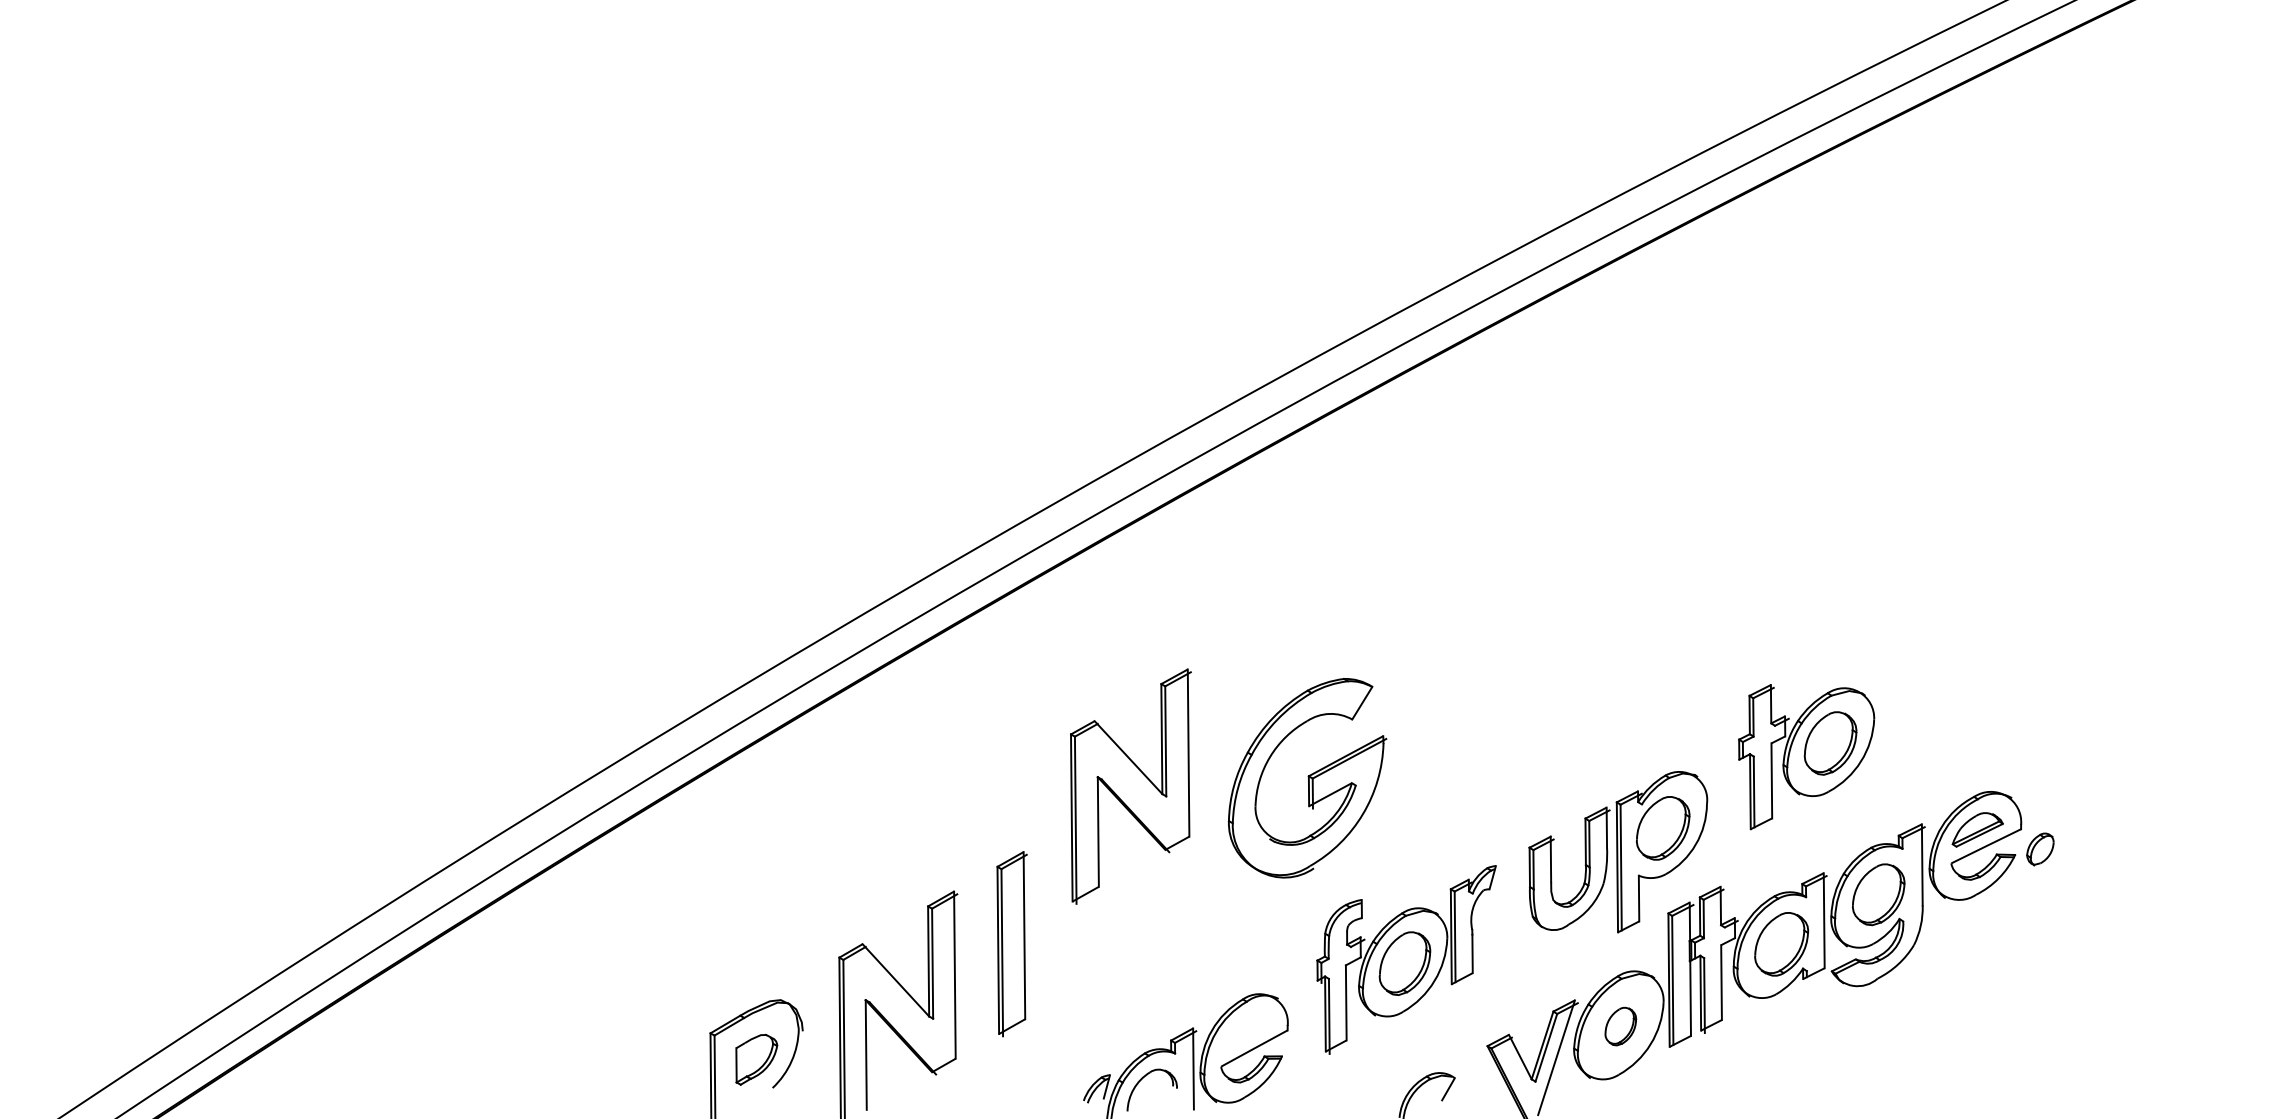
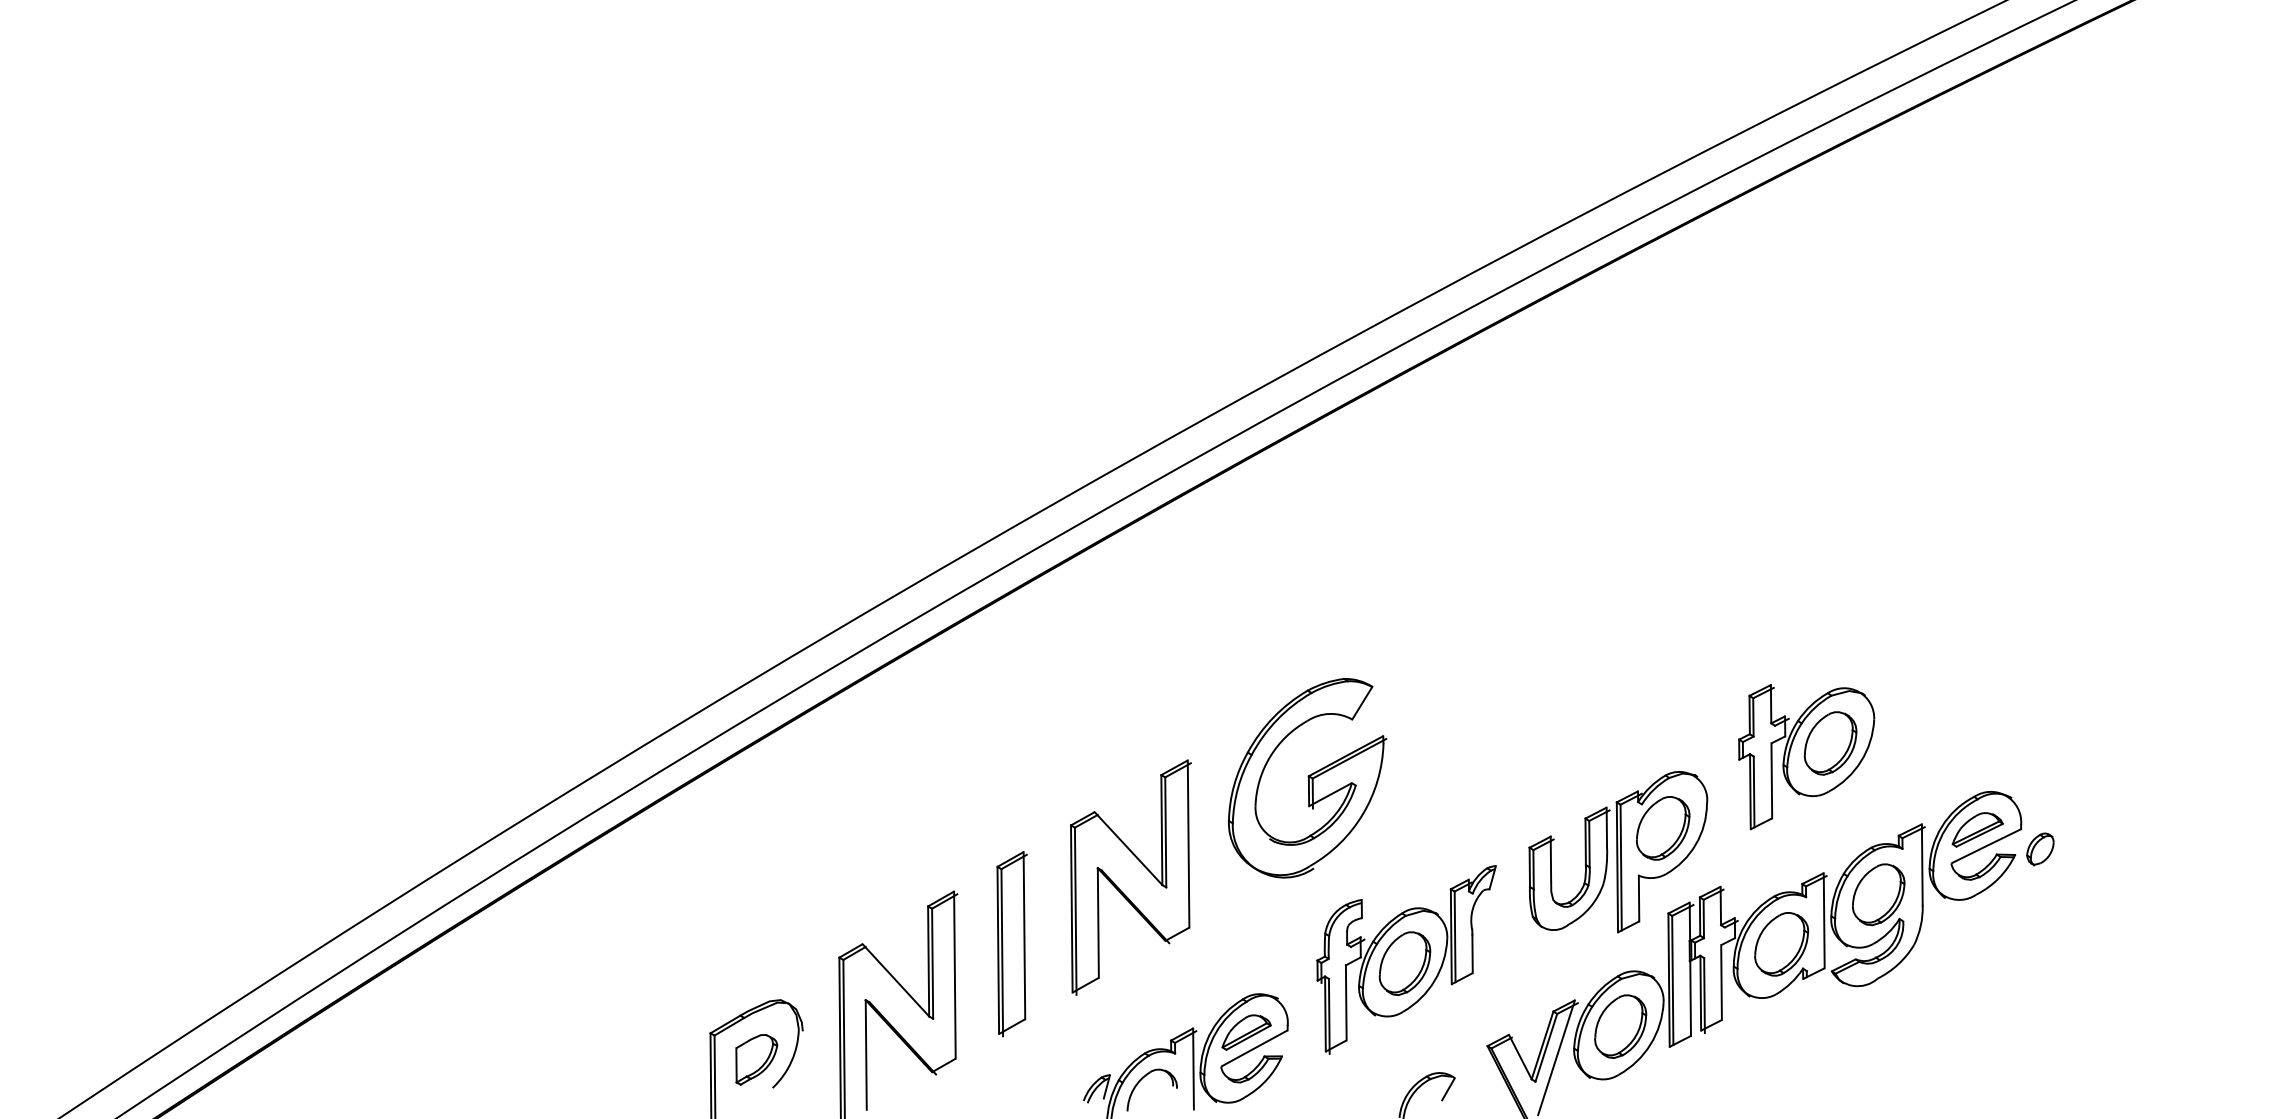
part at (1130, 786) position: (1130, 786) -> (1130, 877)
part at (1620, 1026) size: 34x41 px -> 54x65 px
part at (1246, 1032): none -> present
